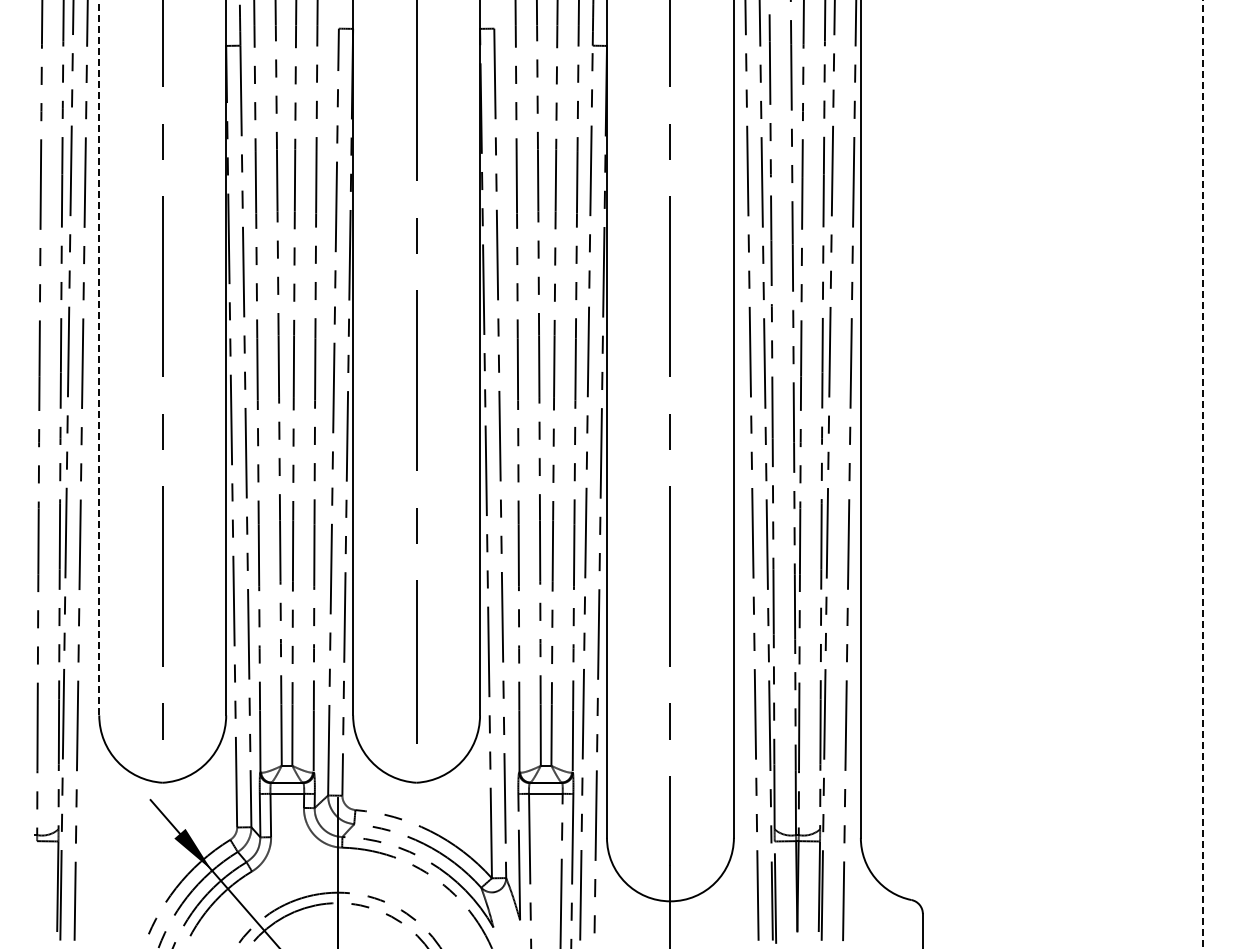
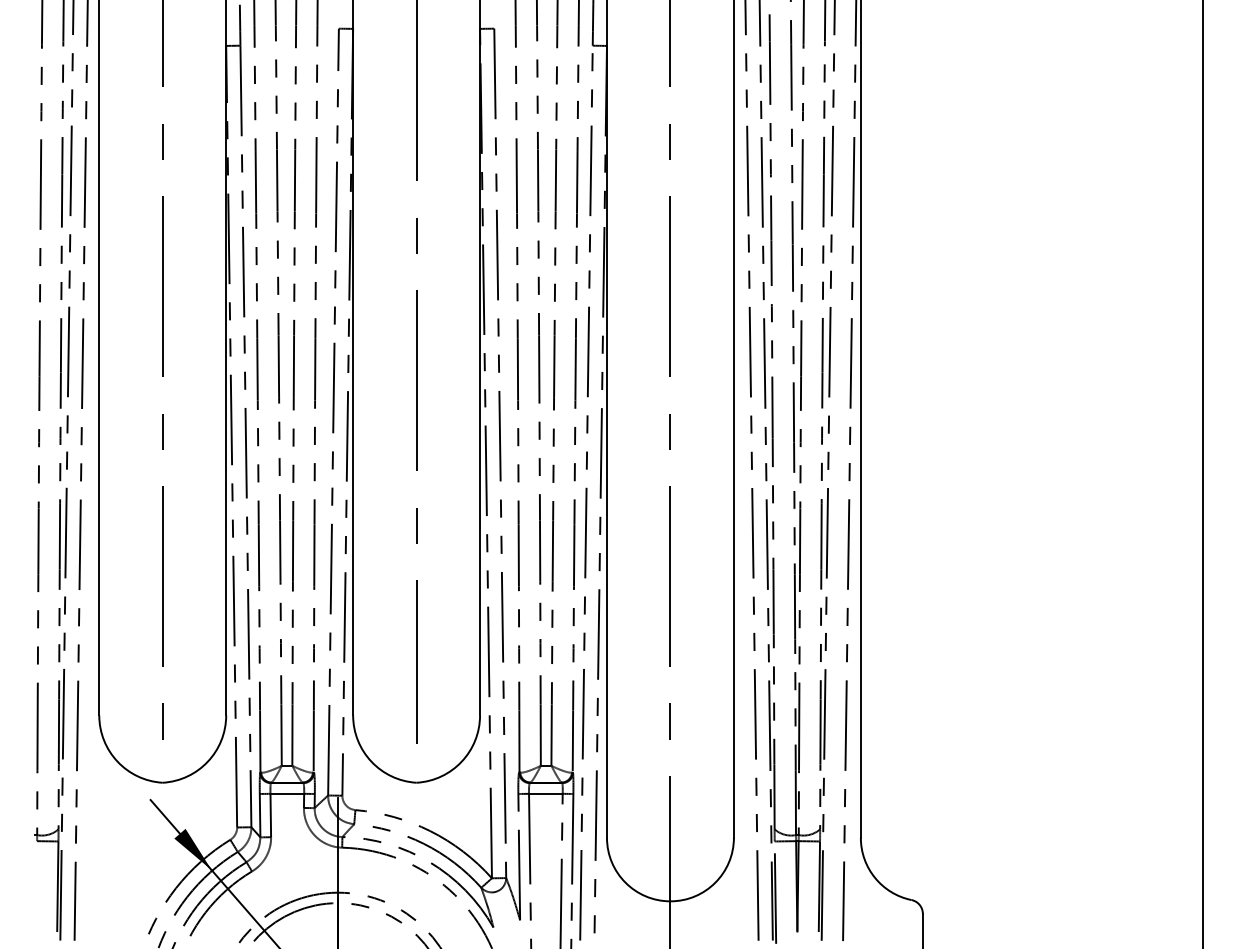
line at (99, 357): dashed -> solid
line at (1202, 475): dashed -> solid
